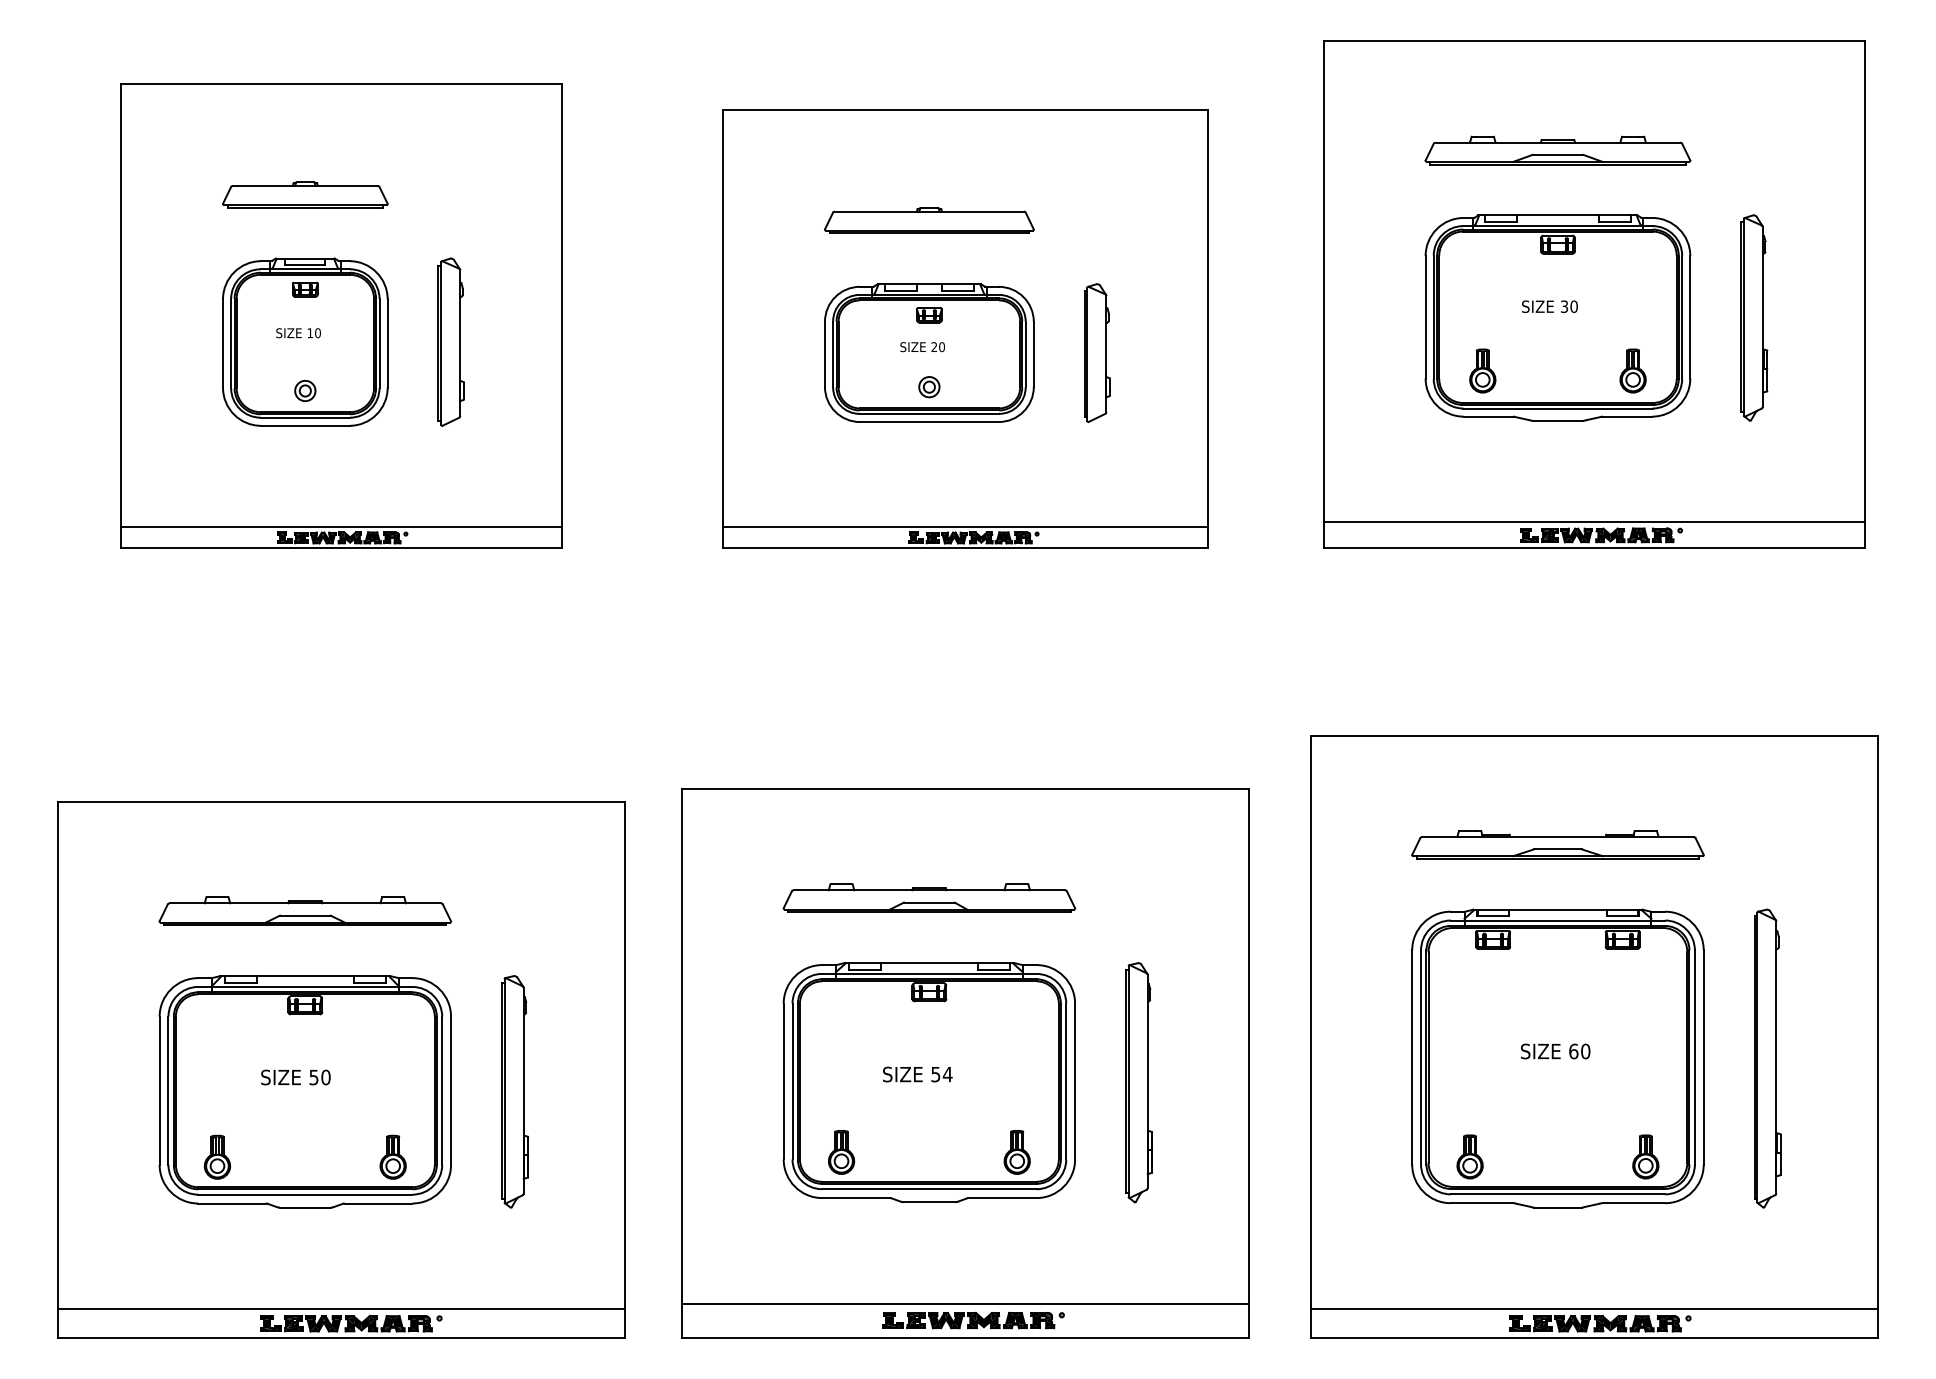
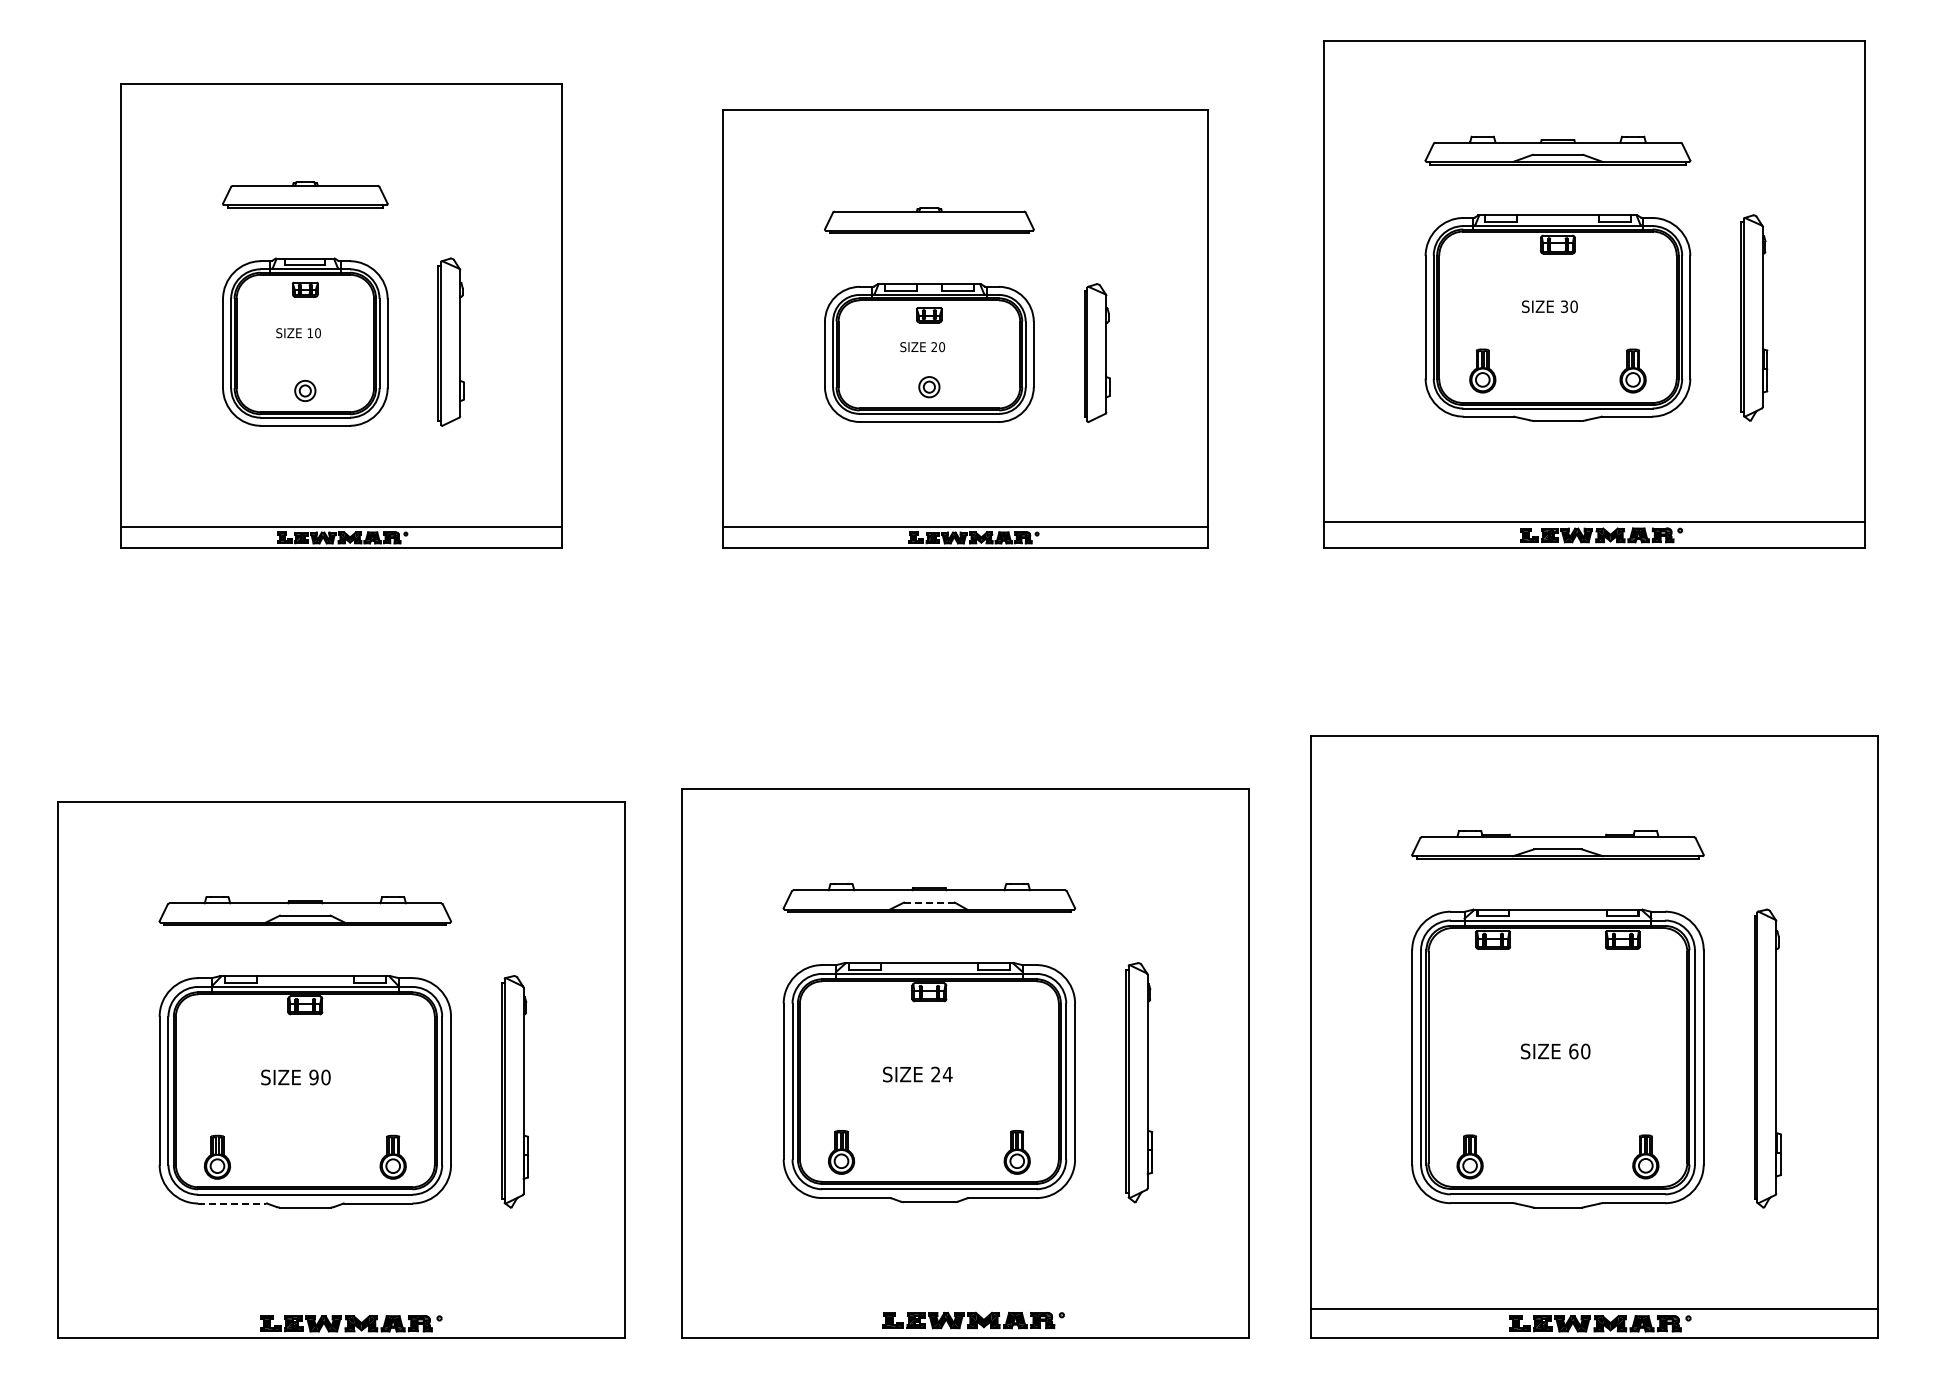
line at (929, 902): solid -> dashed
text at (935, 1074): 54 -> 24
text at (313, 1076): 50 -> 90
line at (232, 1203): solid -> dashed
line at (965, 1303): present -> none
line at (341, 1309): present -> none
